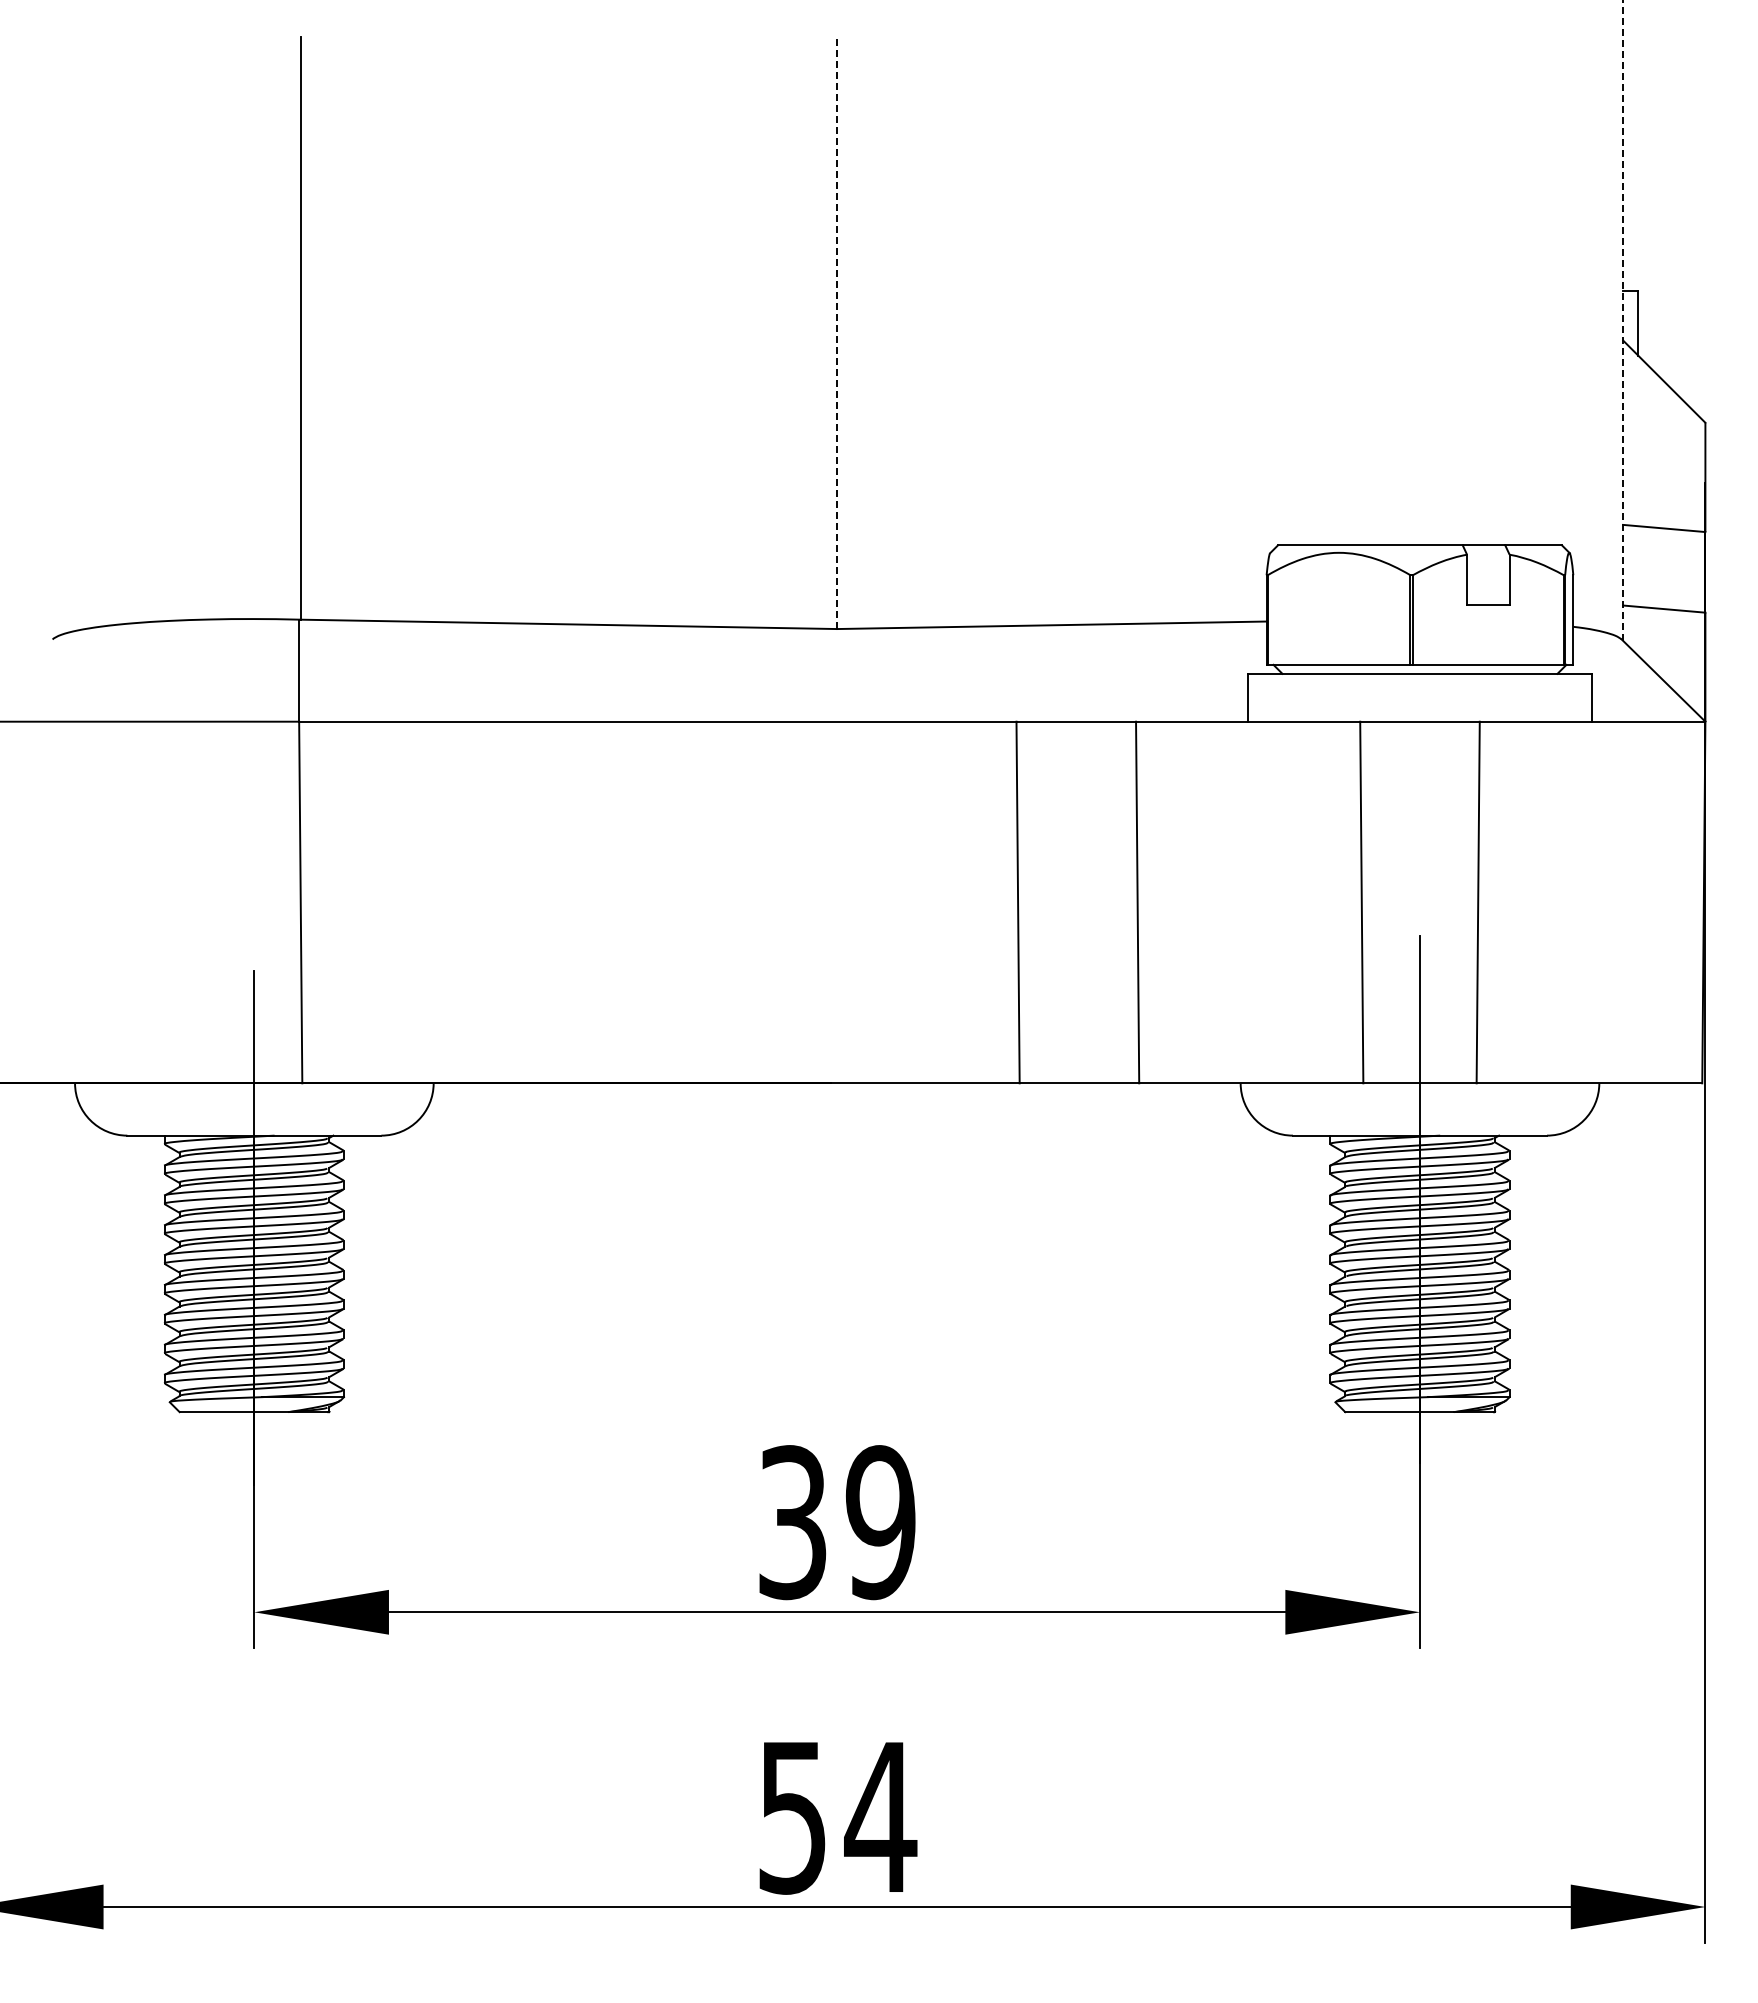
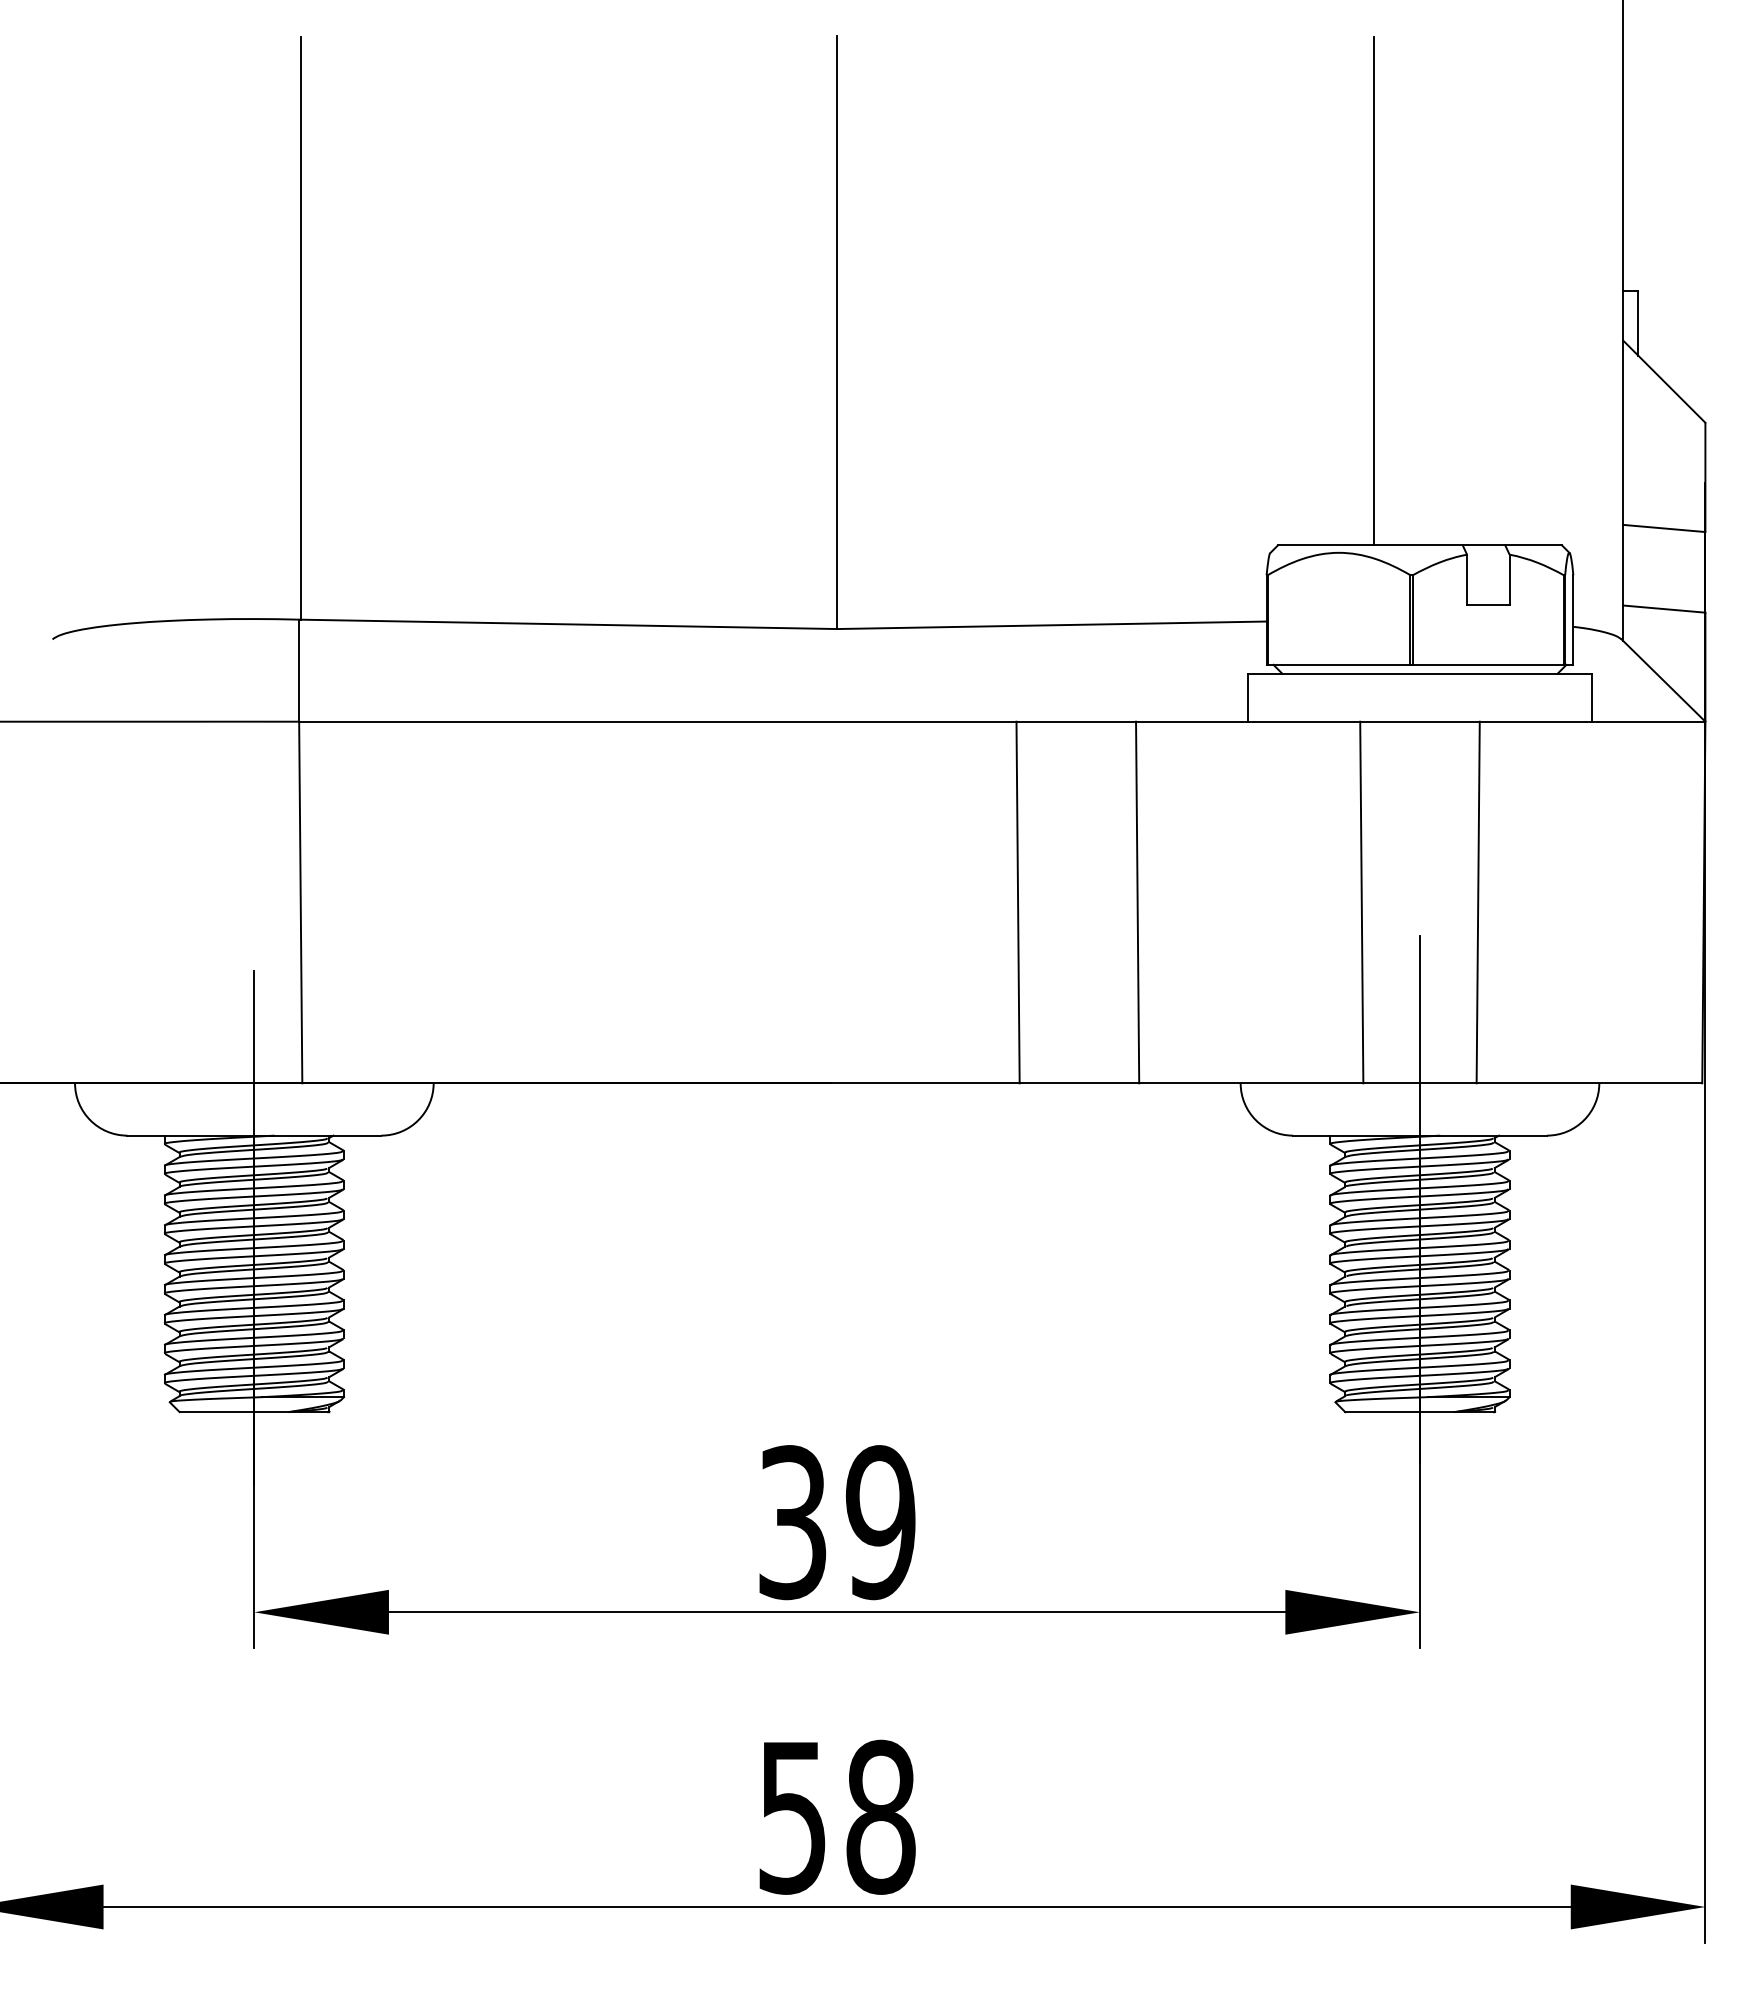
line at (1373, 291): none -> present
line at (1623, 320): dashed -> solid
line at (837, 332): dashed -> solid
text at (880, 1816): 54 -> 58
